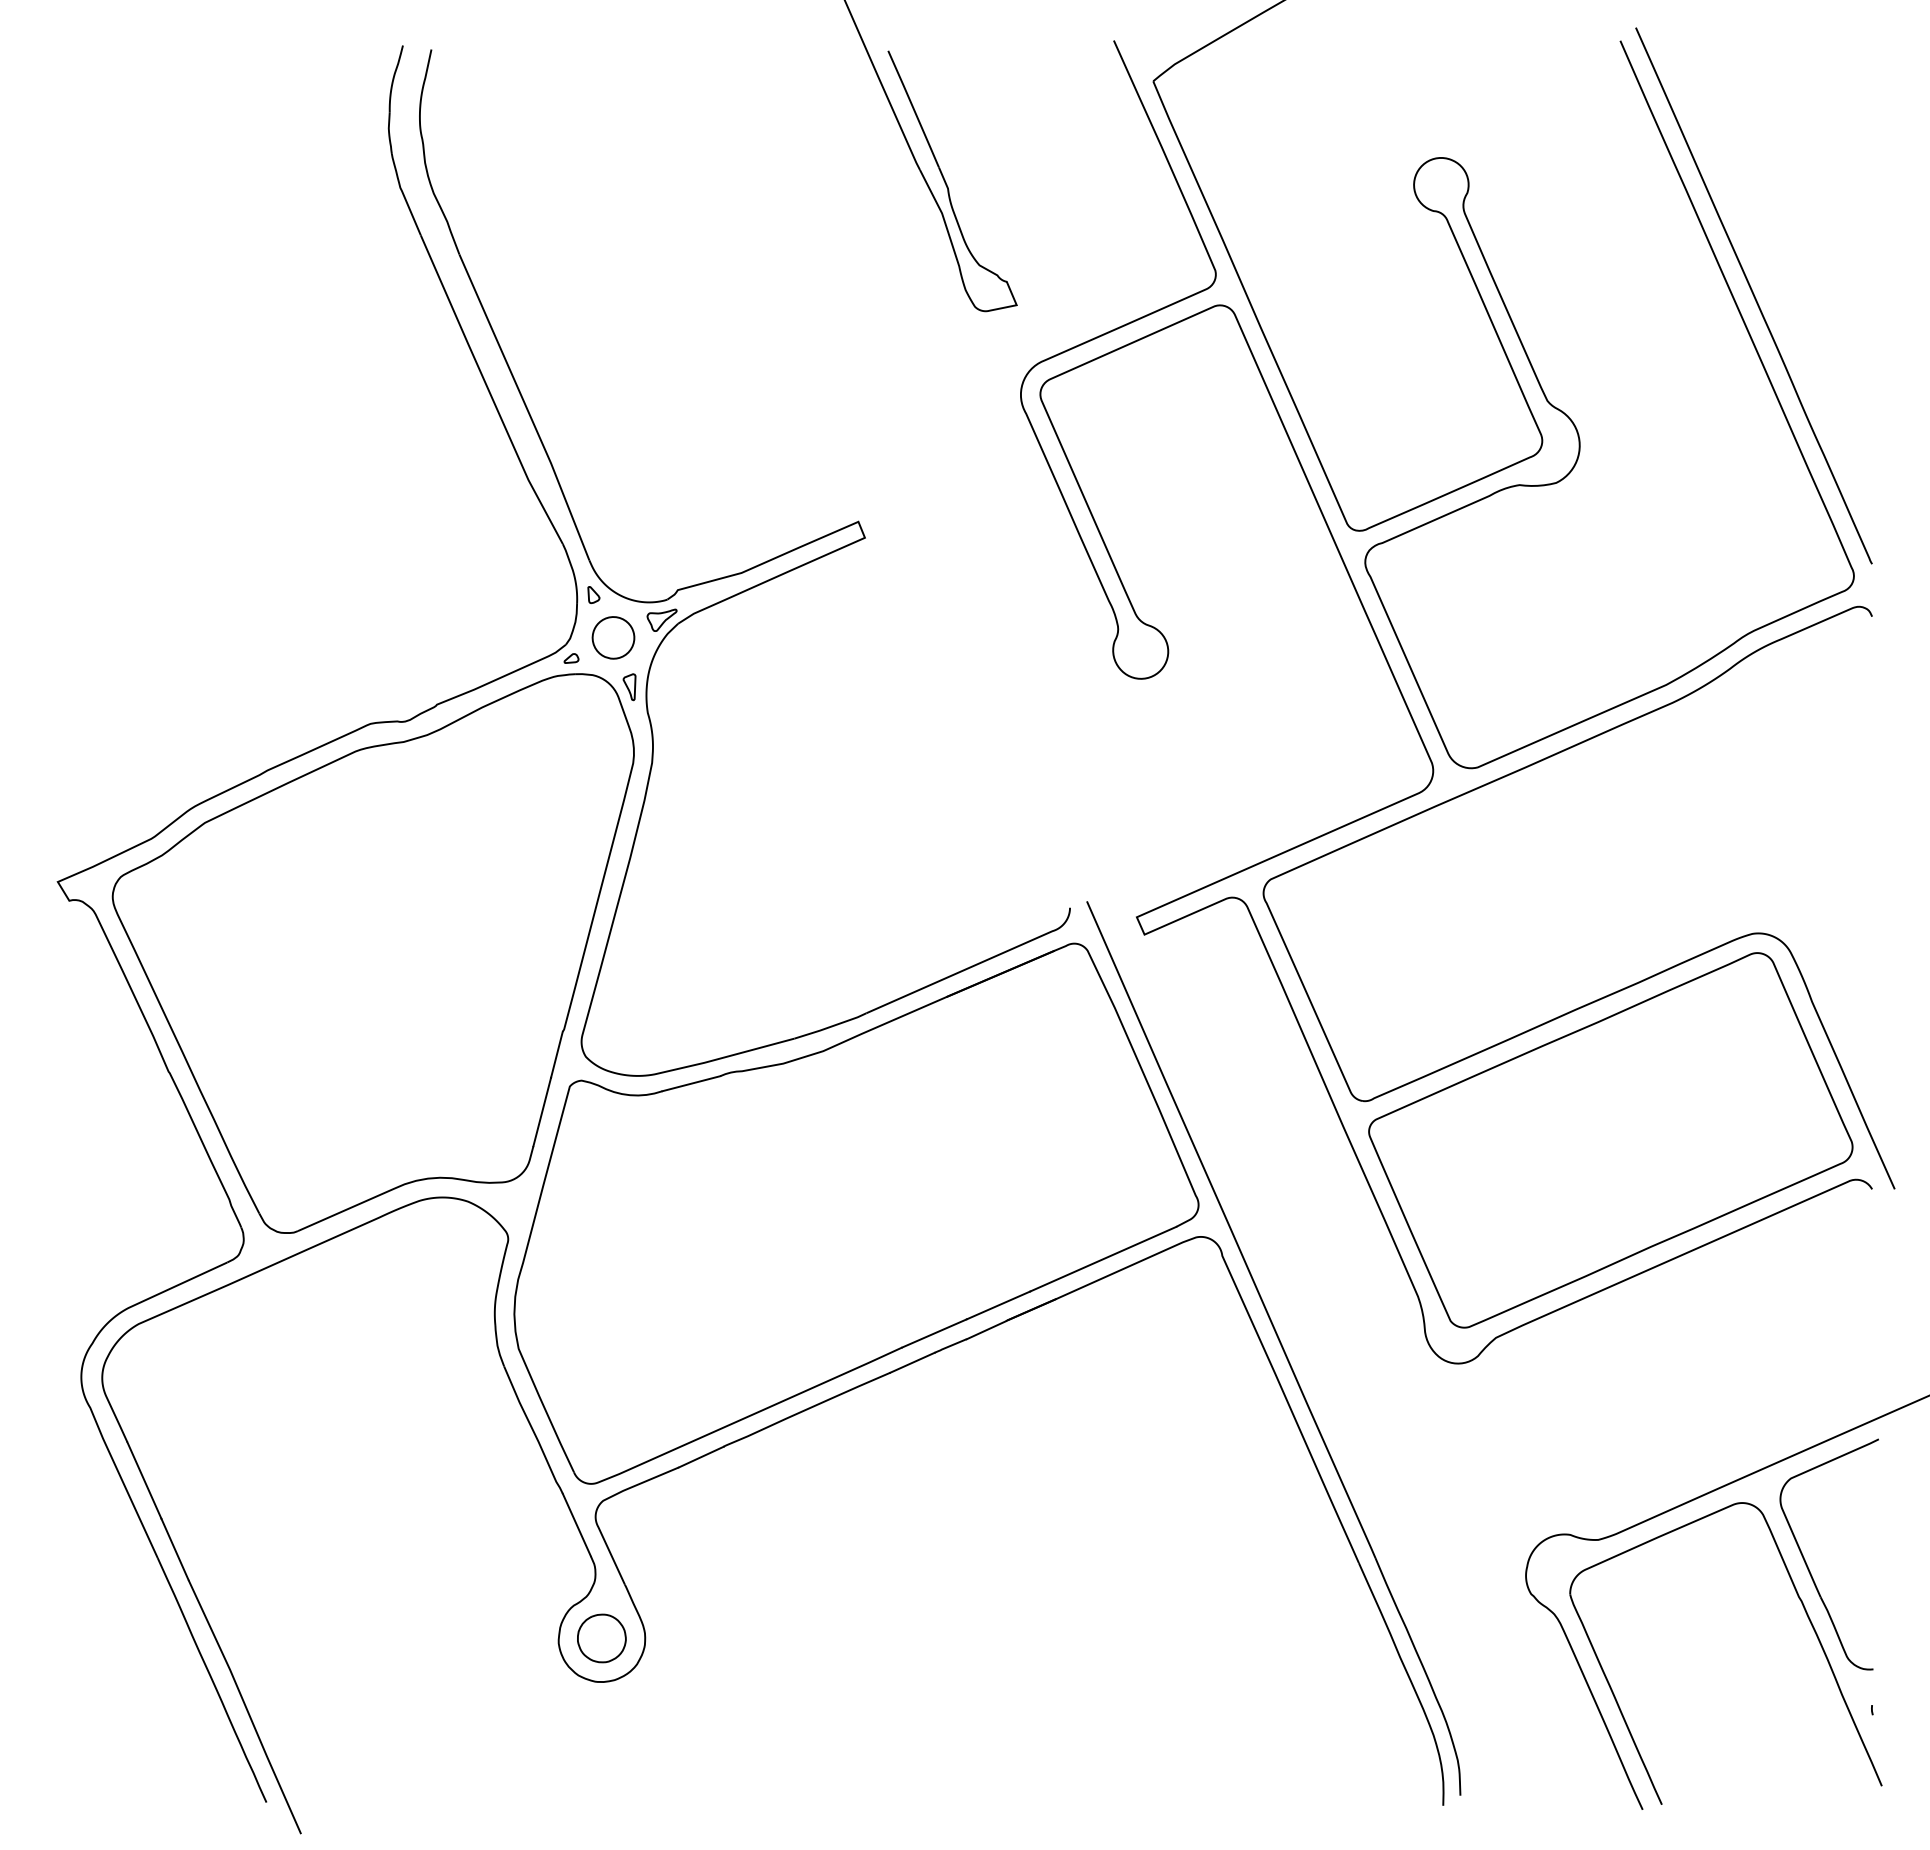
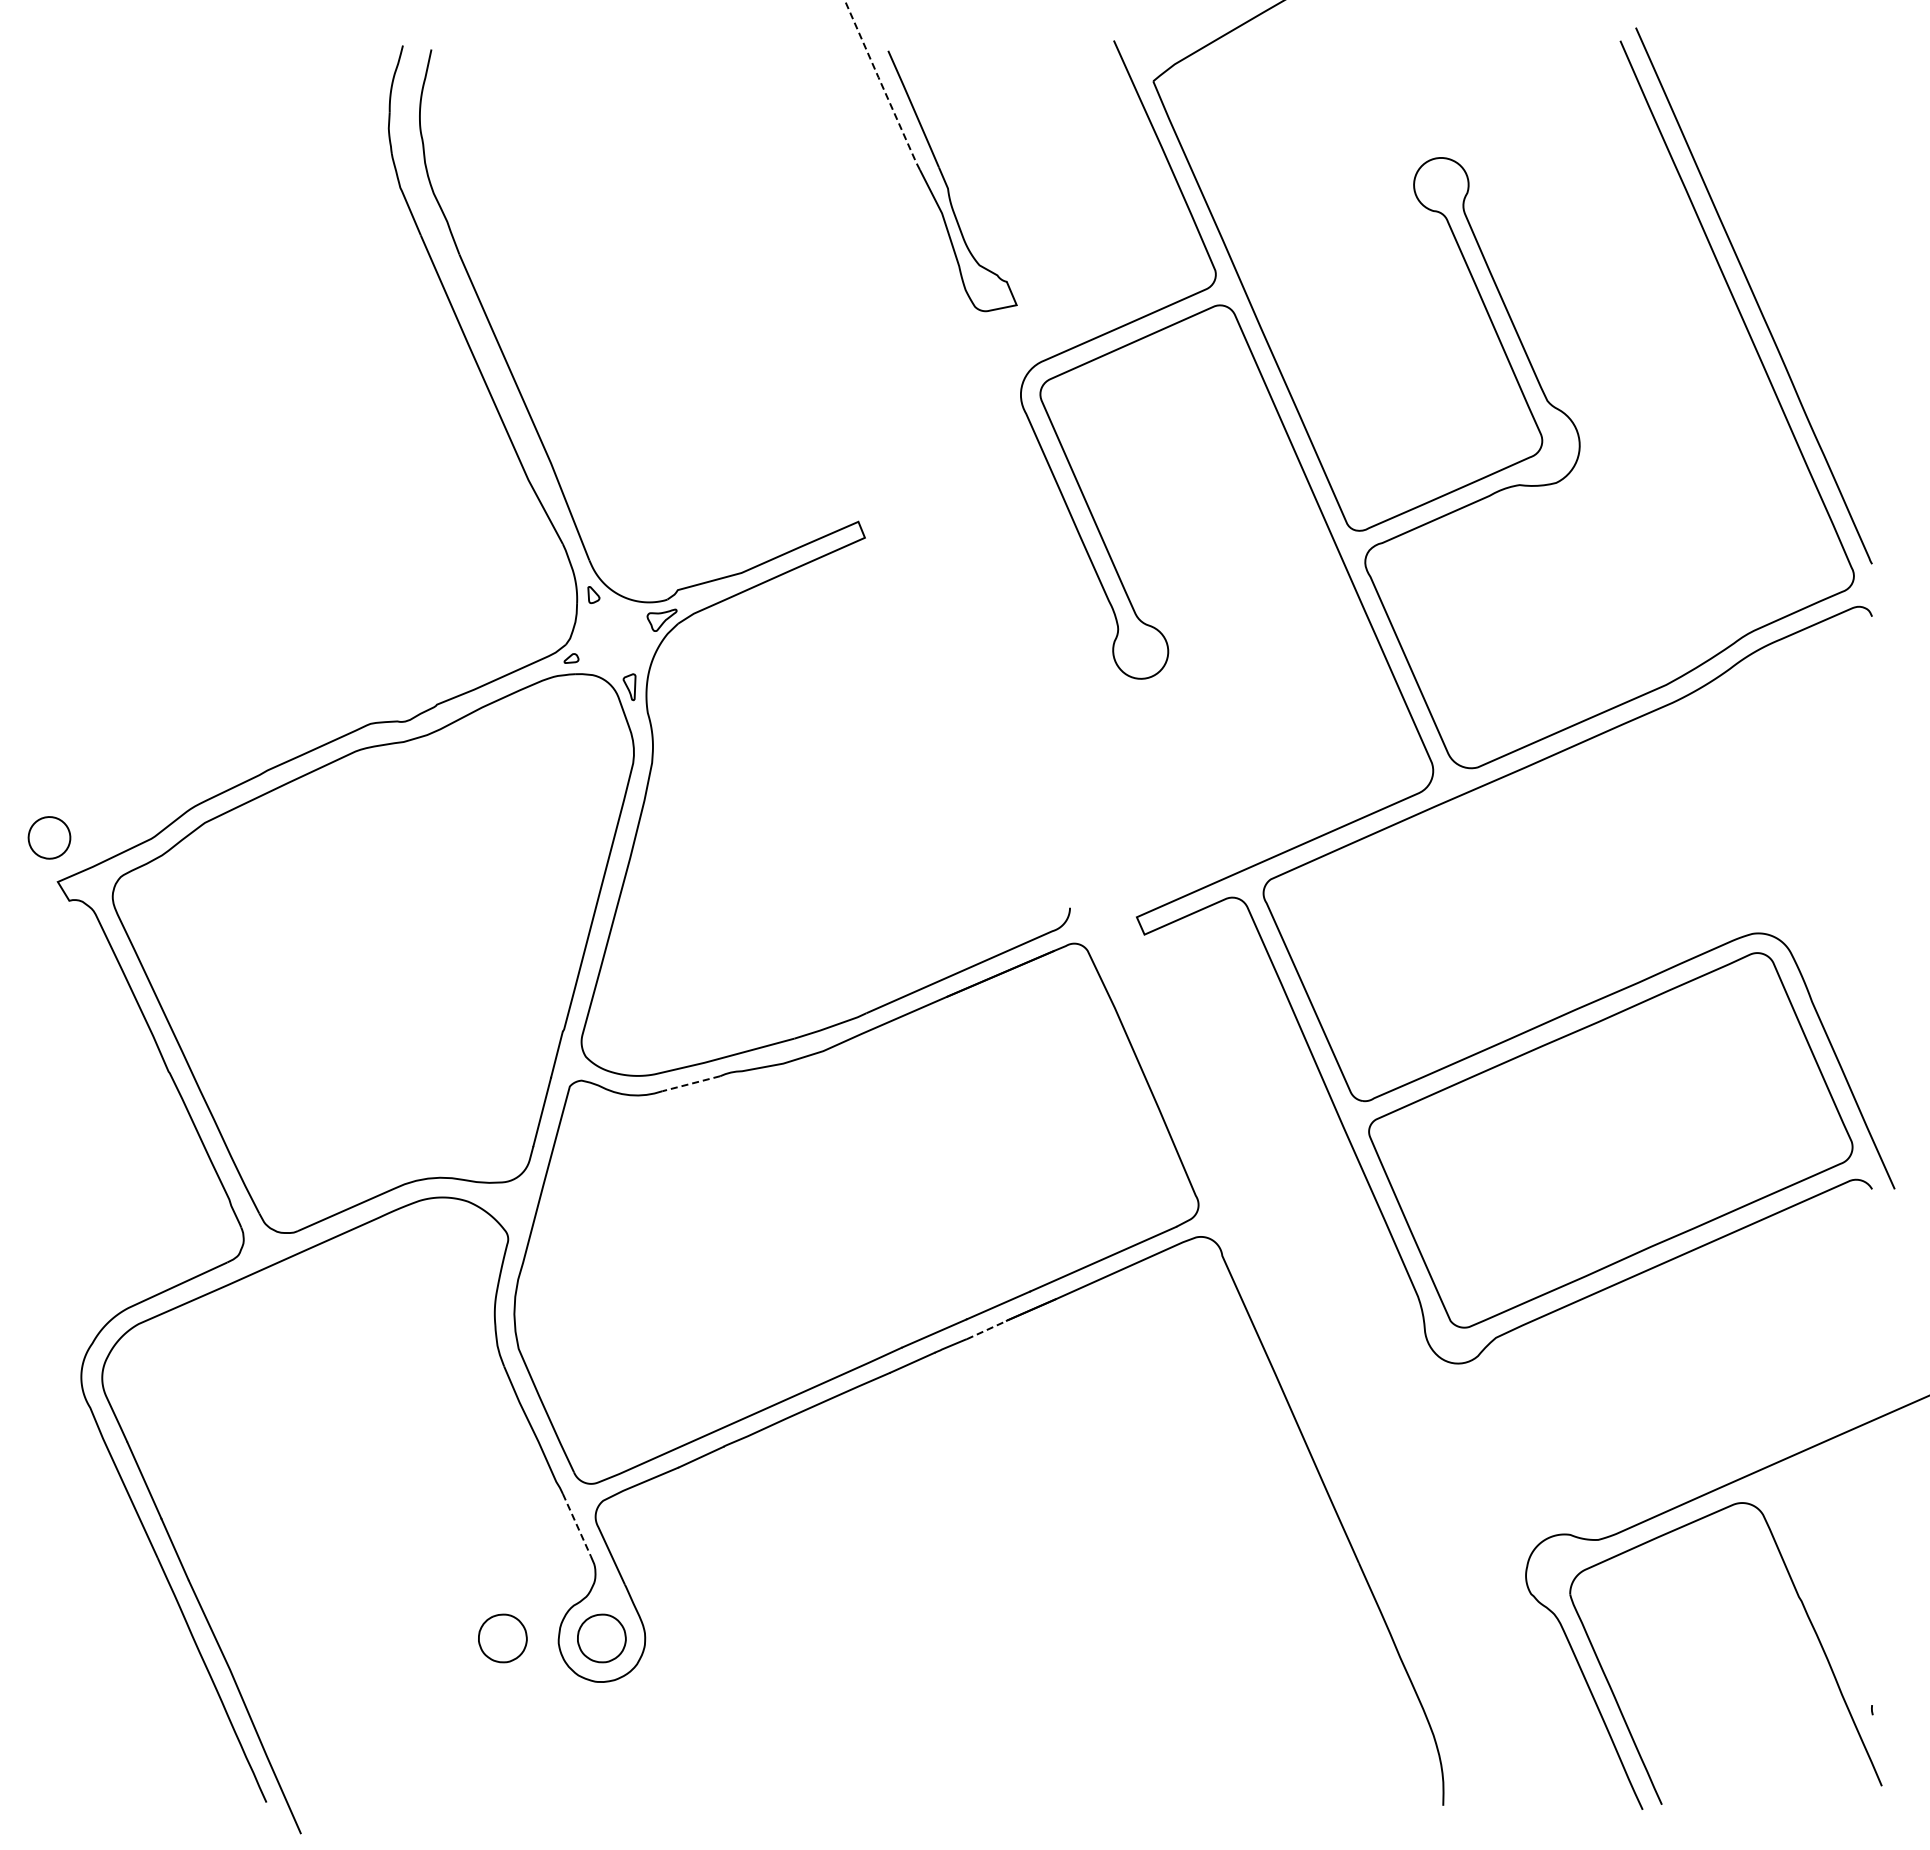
line at (881, 84): solid -> dashed
part at (613, 637) position: (613, 637) -> (49, 837)
line at (691, 1083): solid -> dashed
line at (986, 1330): solid -> dashed
part at (1280, 1345): present -> none
line at (577, 1525): solid -> dashed
part at (1807, 1564): present -> none
part at (502, 1638): none -> present
